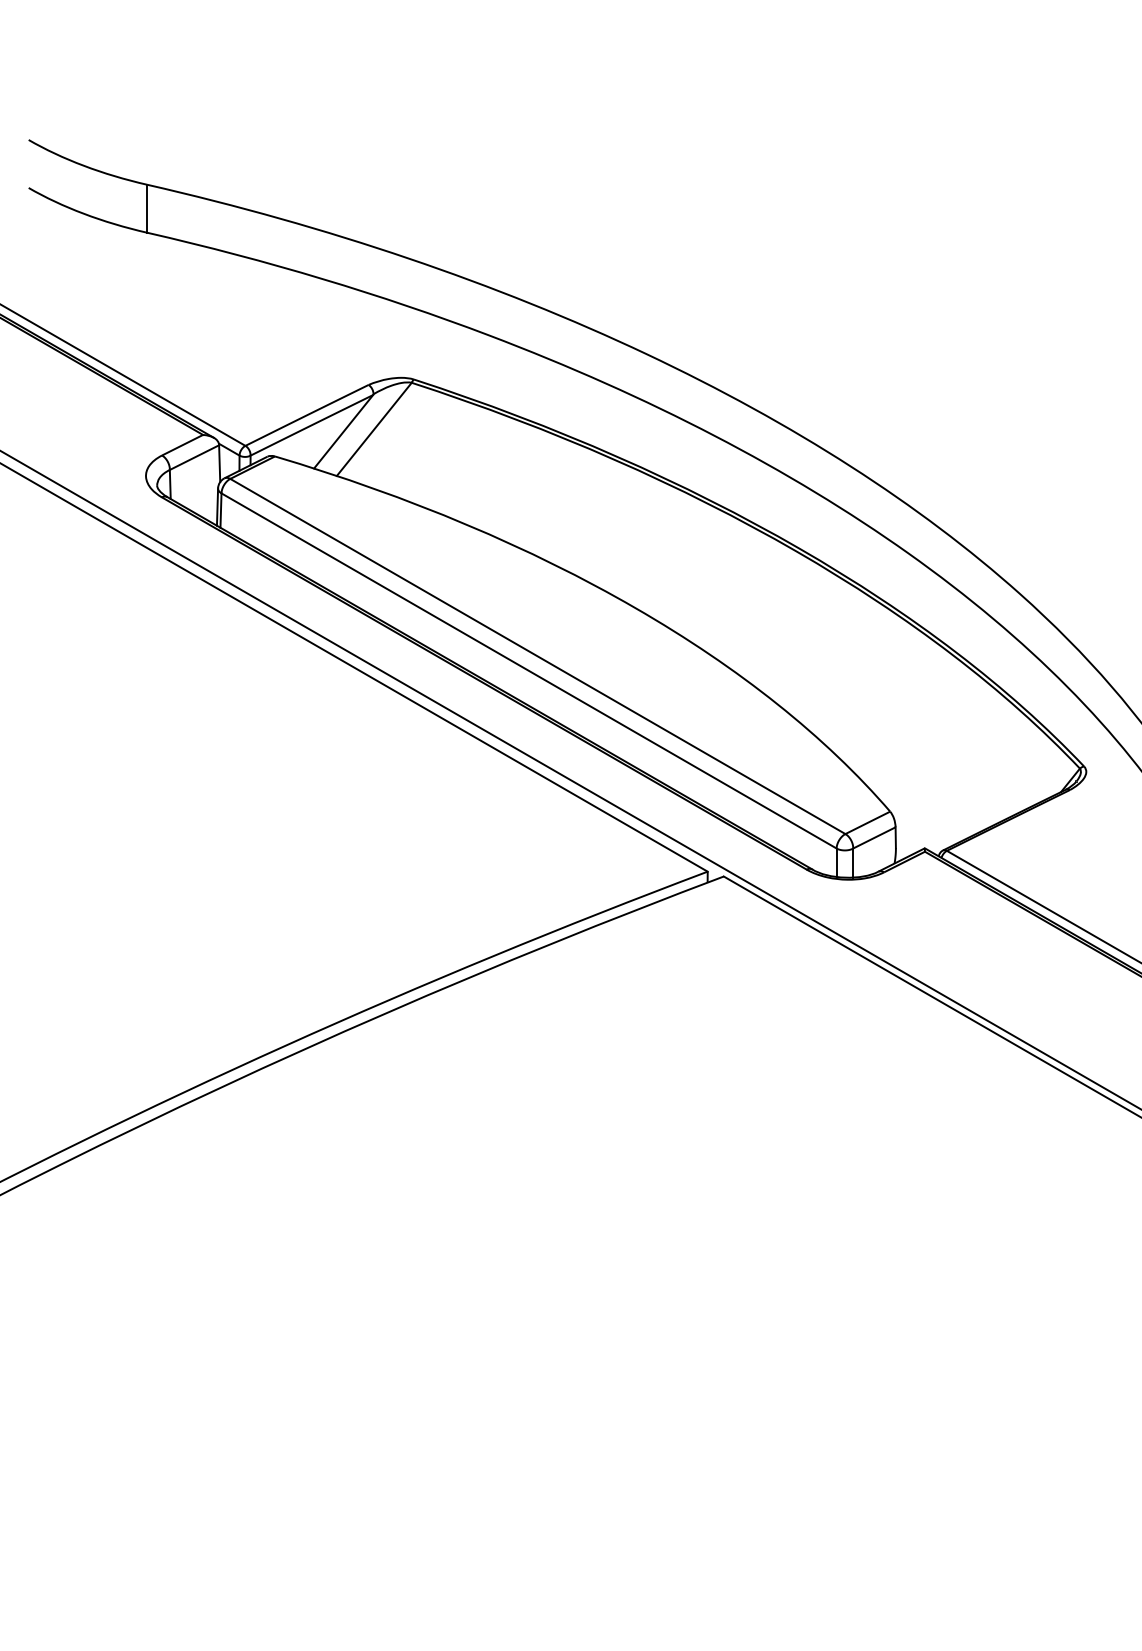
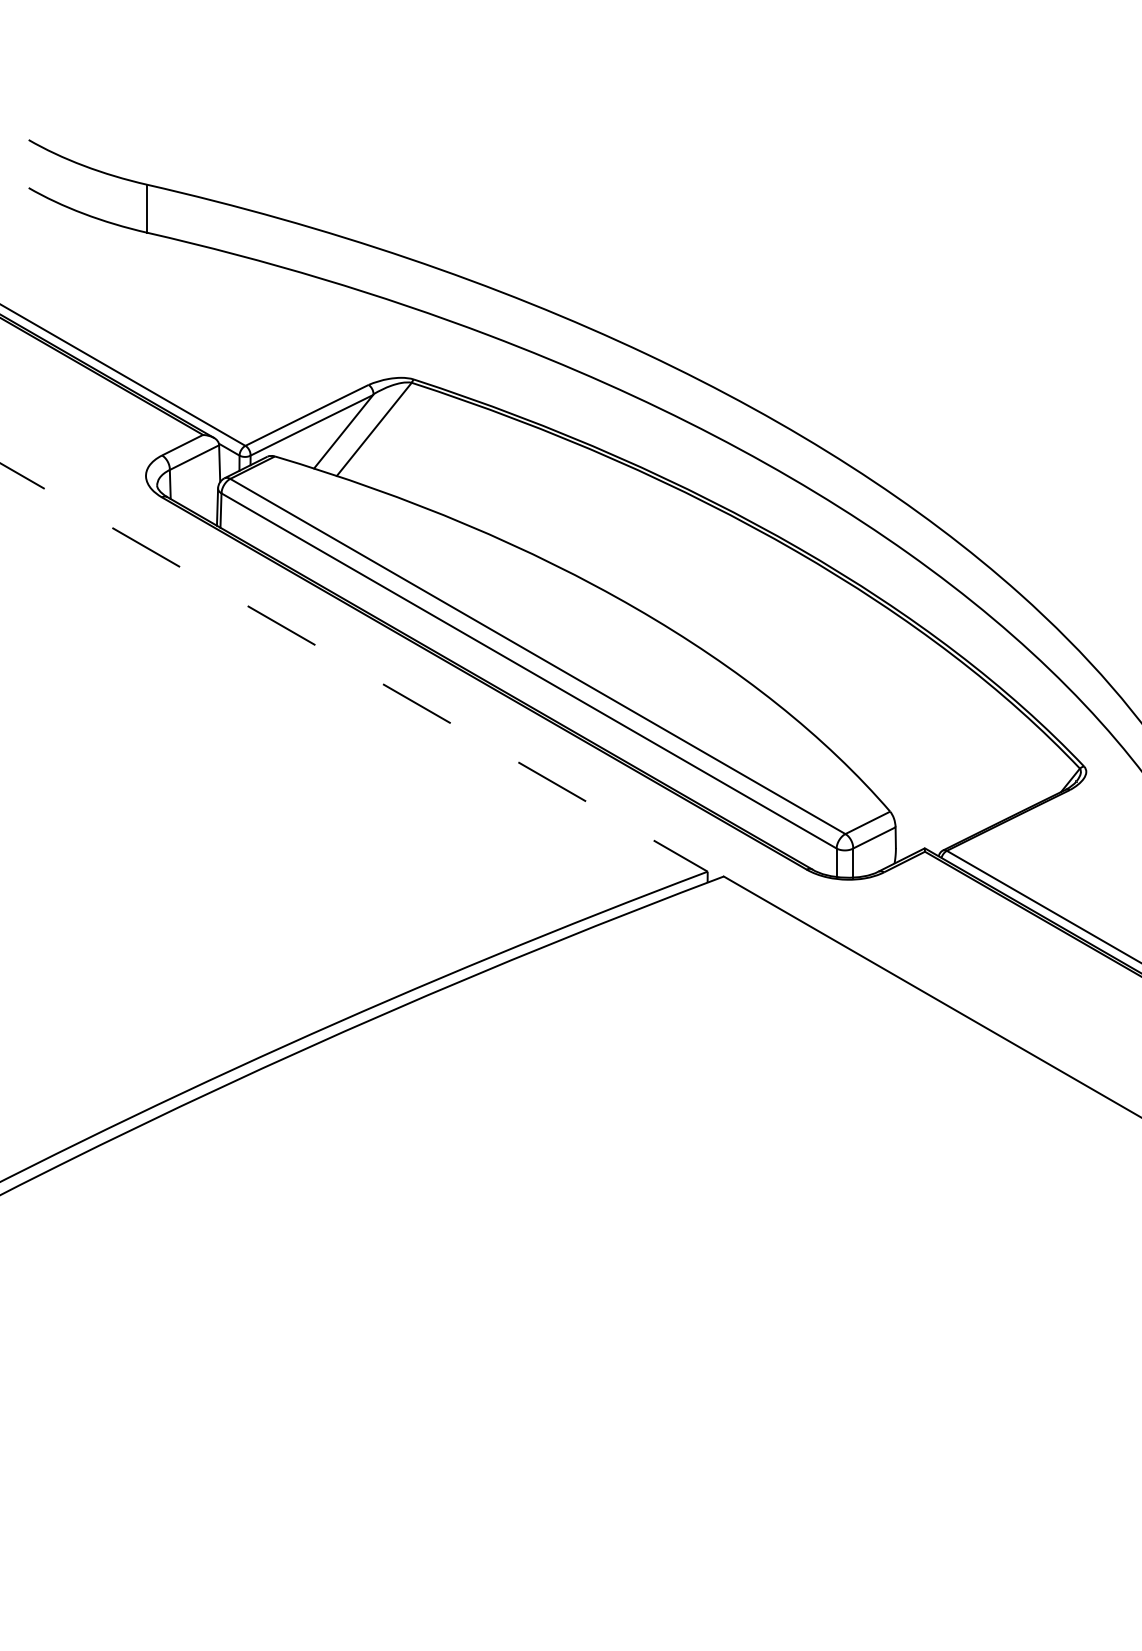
line at (354, 667): solid -> dashed
line at (570, 779): present -> none
